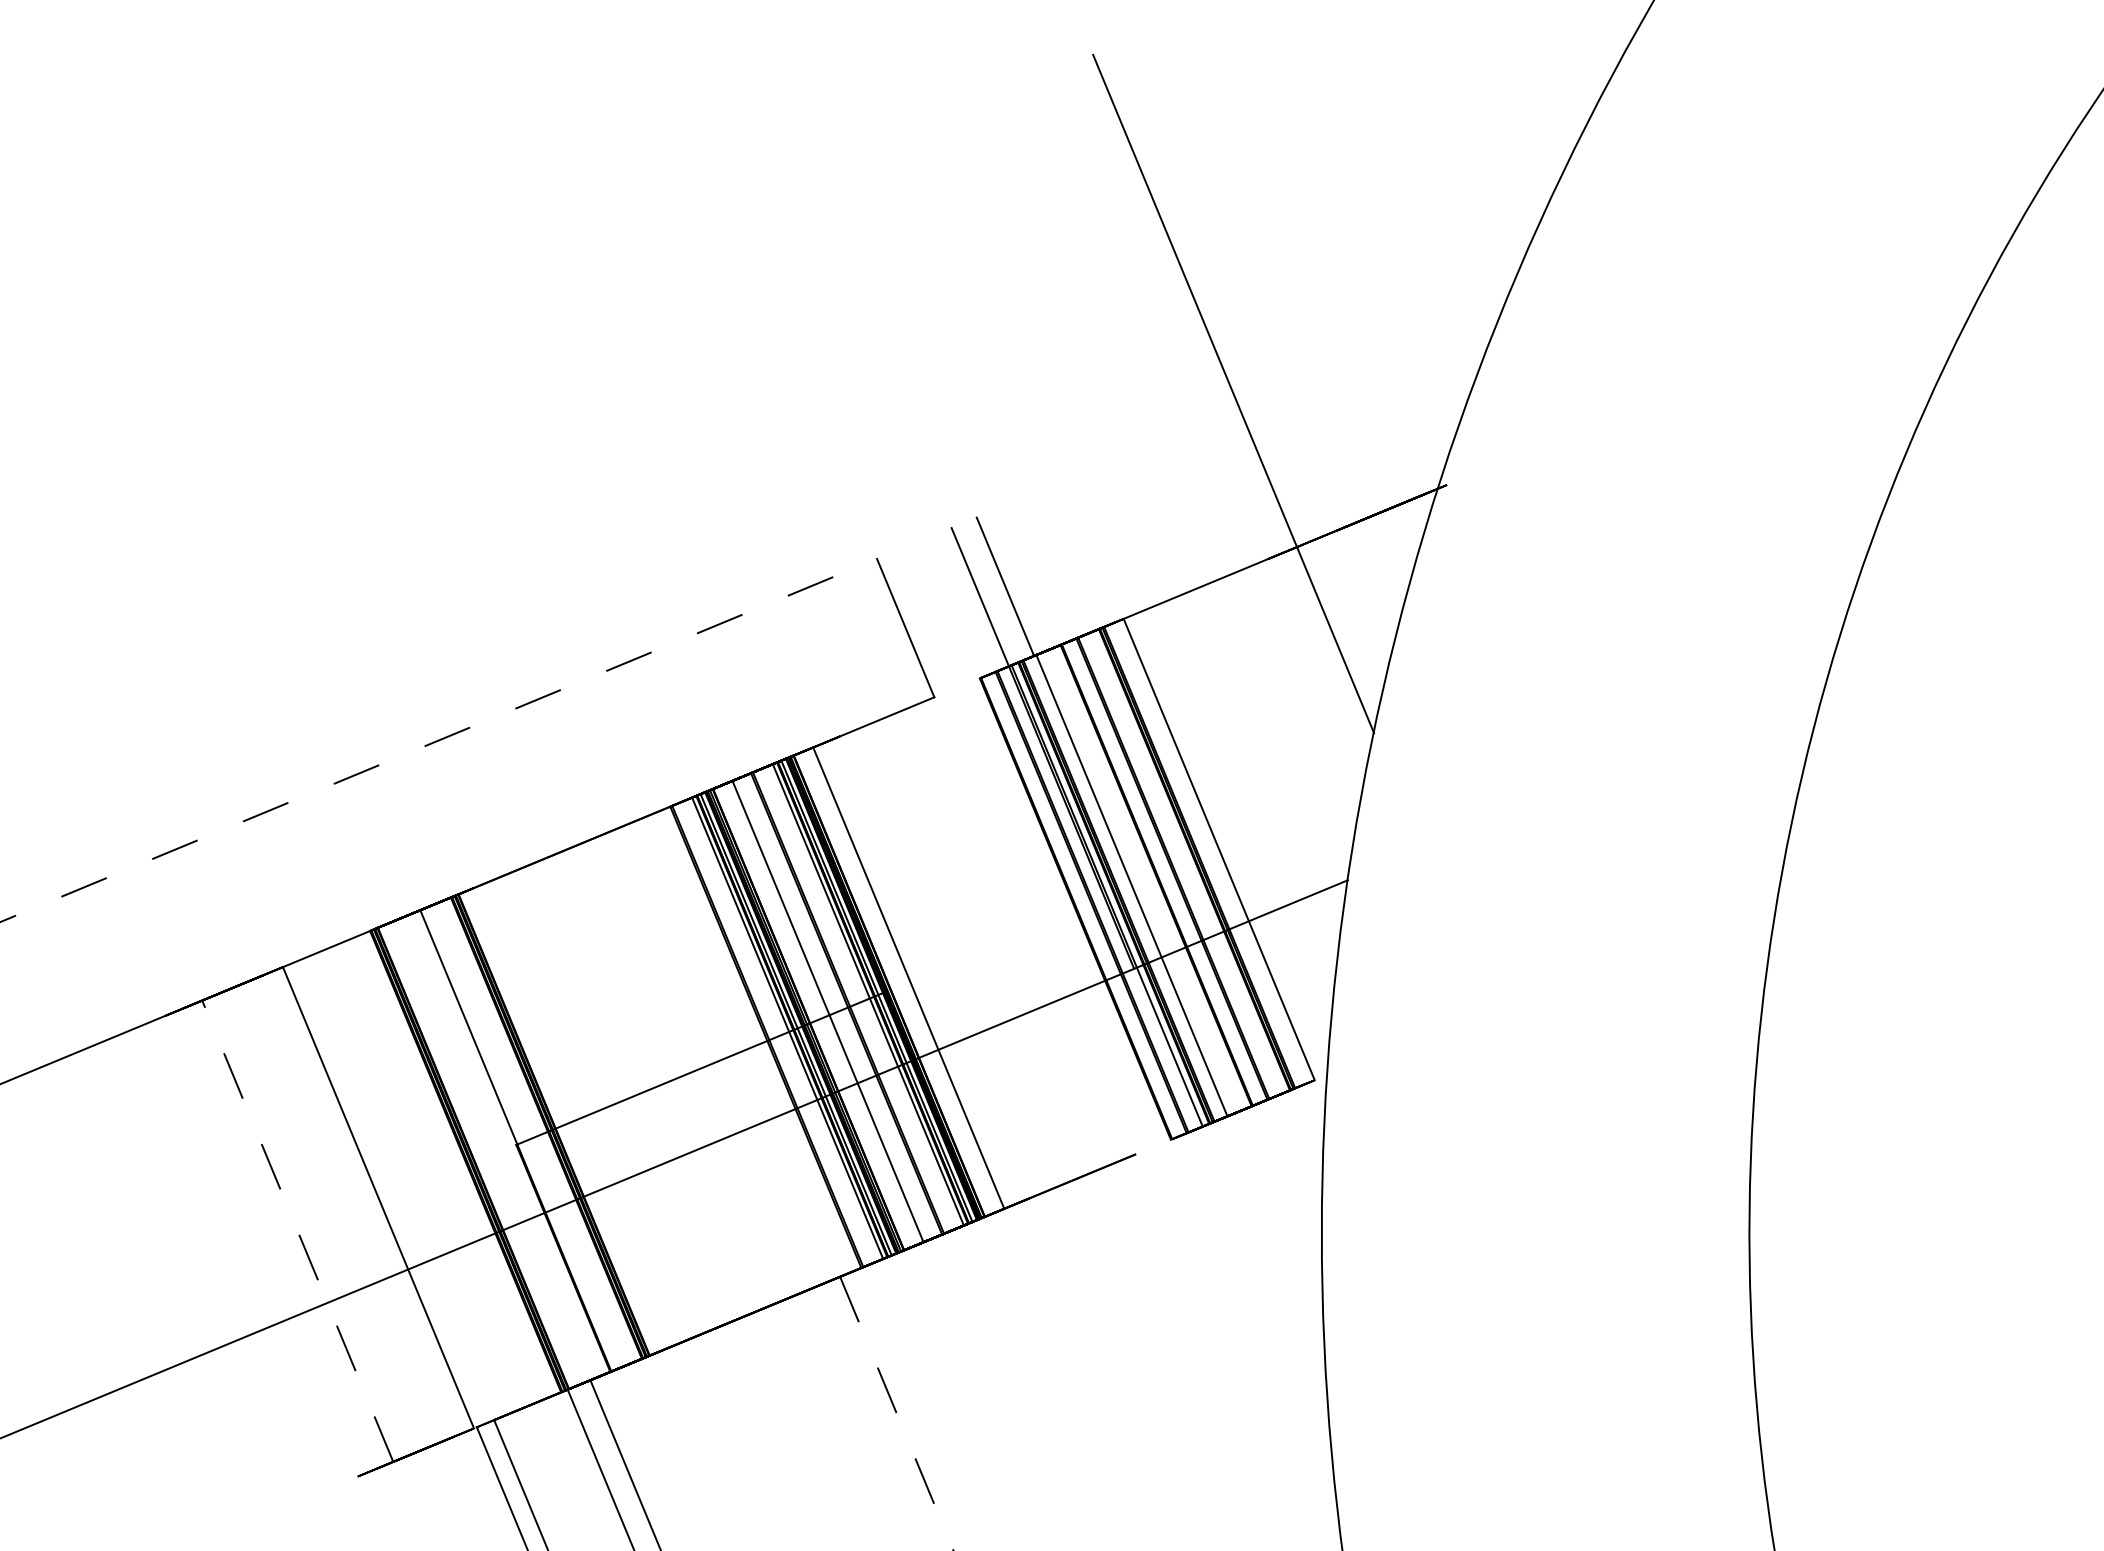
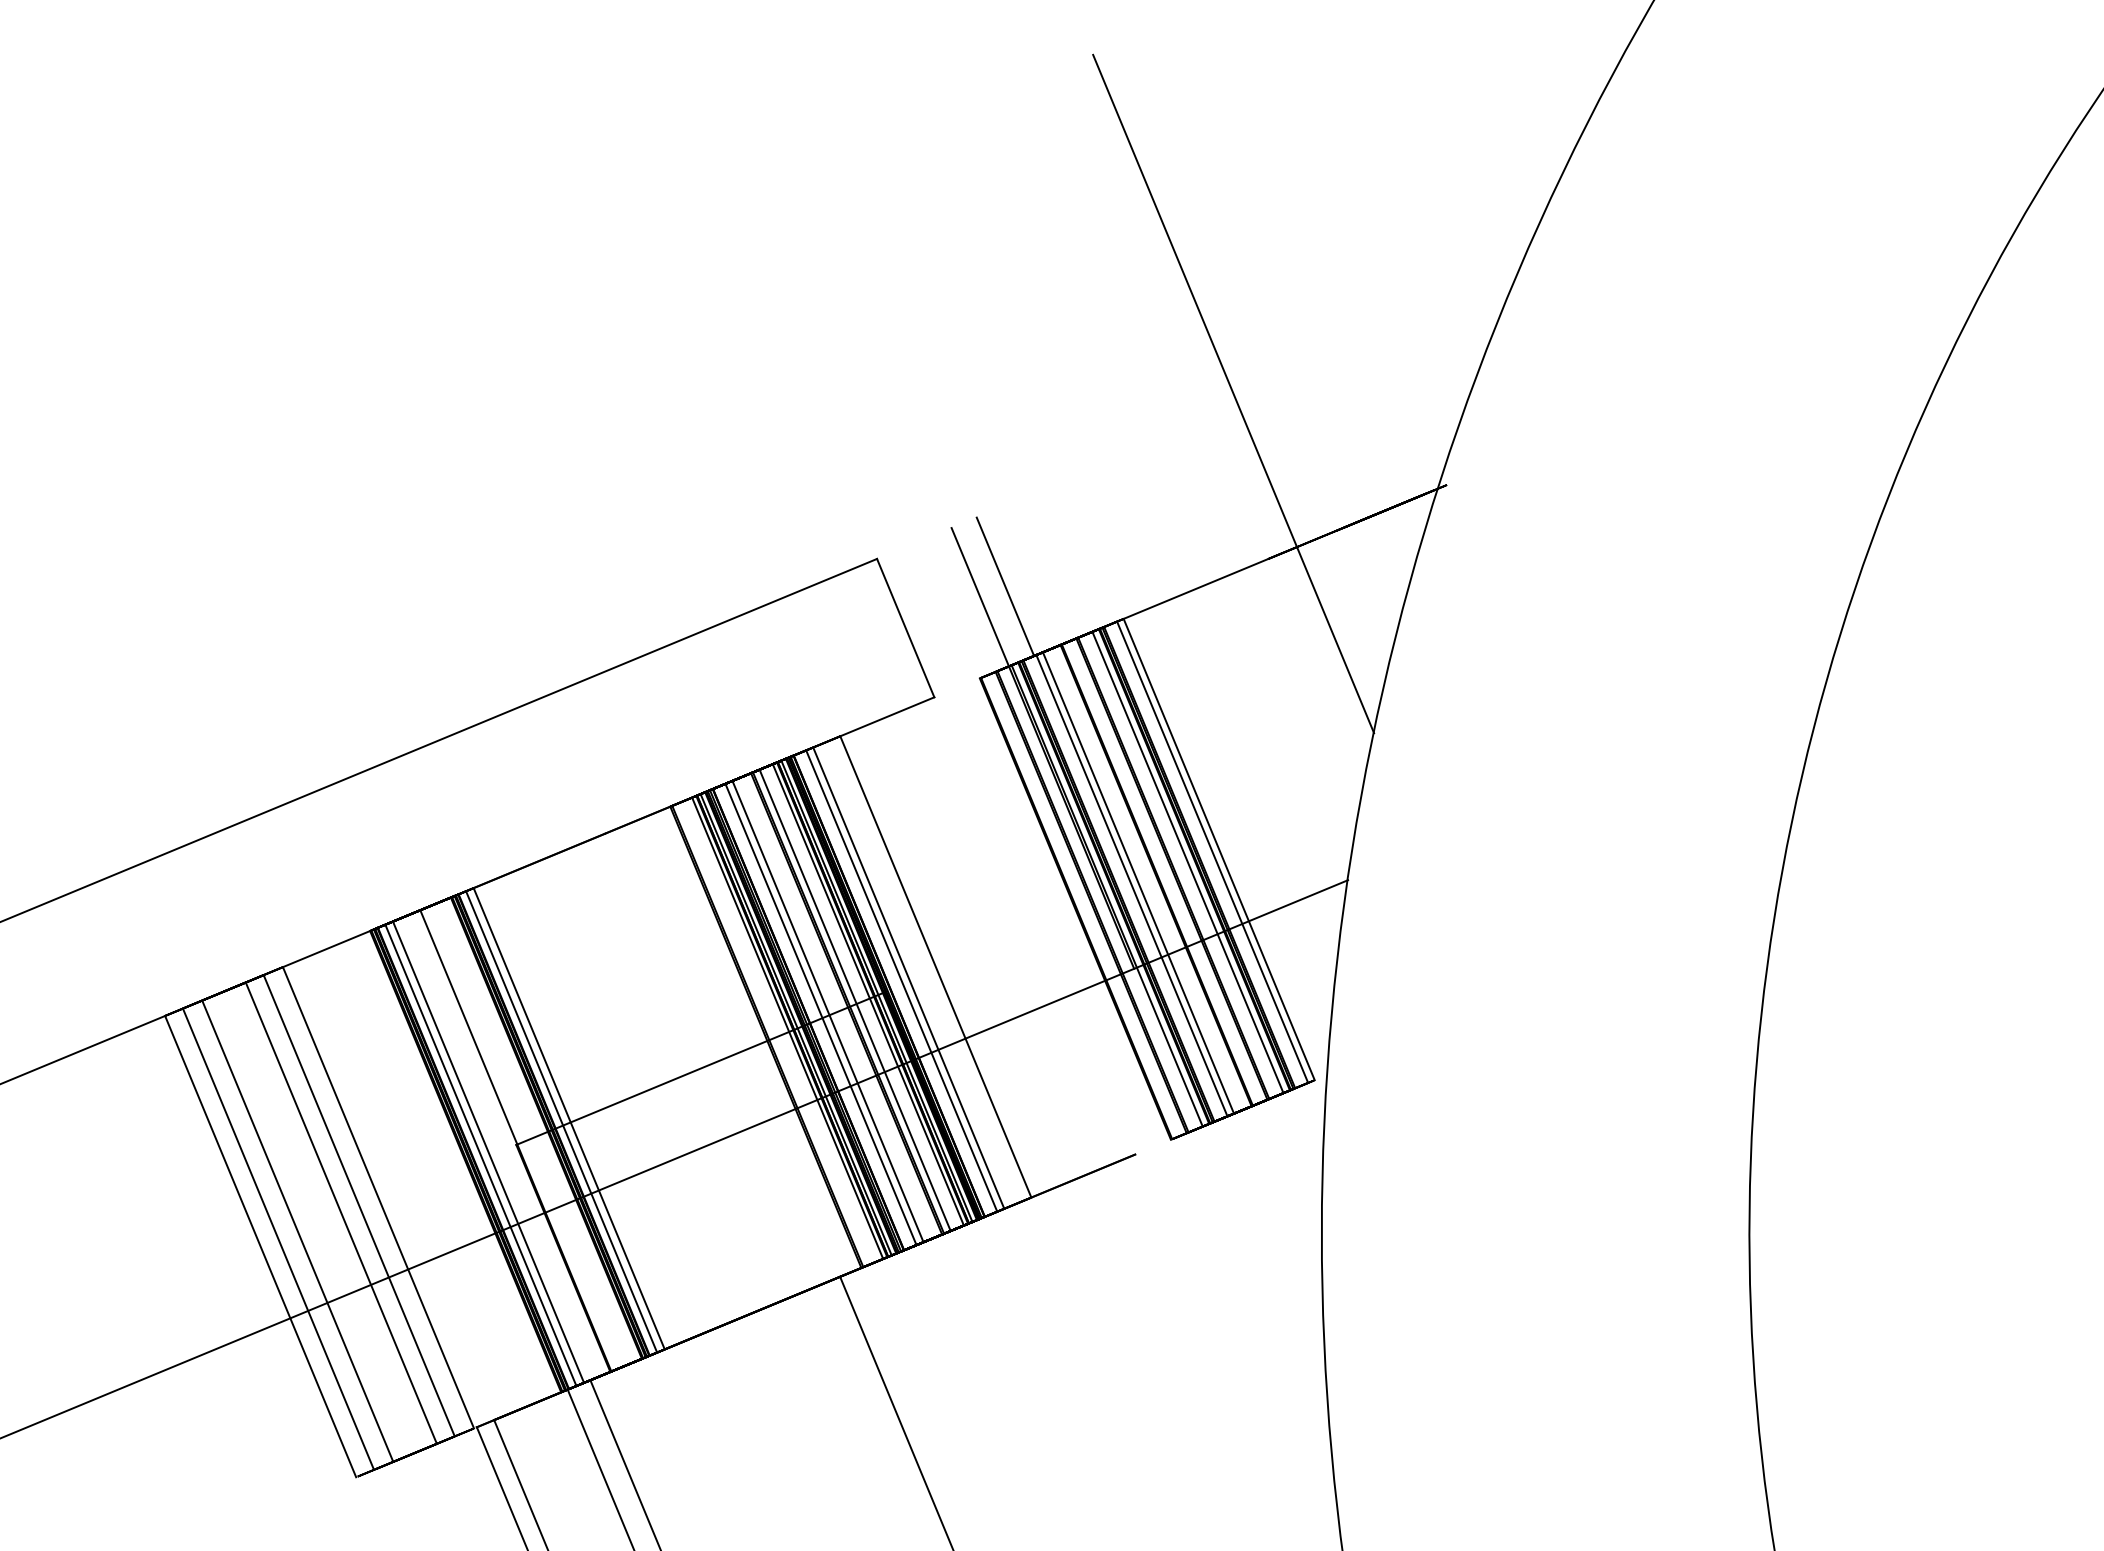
line at (439, 740): dashed -> solid
line at (1212, 851): none -> present
line at (1187, 862): none -> present
line at (1138, 882): none -> present
line at (935, 966): none -> present
line at (901, 980): none -> present
line at (854, 999): none -> present
line at (820, 1014): none -> present
line at (568, 1118): none -> present
line at (561, 1121): none -> present
line at (488, 1151): none -> present
line at (480, 1155): none -> present
line at (358, 1205): none -> present
line at (340, 1212): none -> present
line at (297, 1231): dashed -> solid
line at (278, 1238): none -> present
line at (260, 1246): none -> present
line at (896, 1413): dashed -> solid
